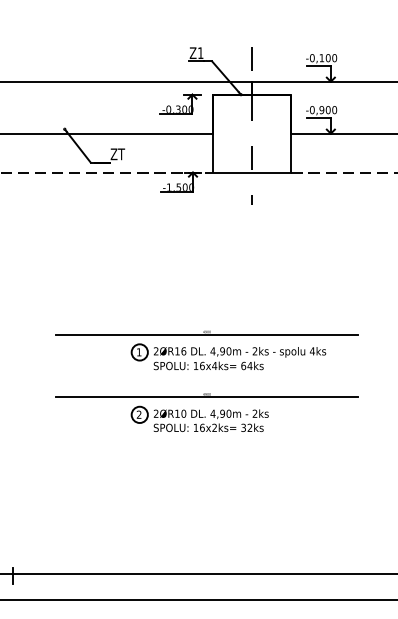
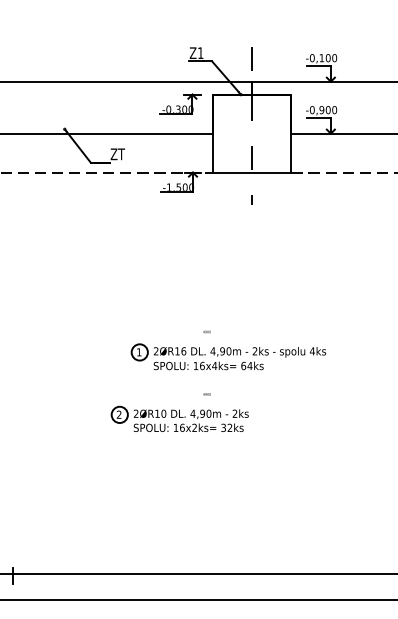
line at (207, 334): present -> none
line at (207, 397): present -> none
part at (199, 418) position: (199, 418) -> (179, 418)
